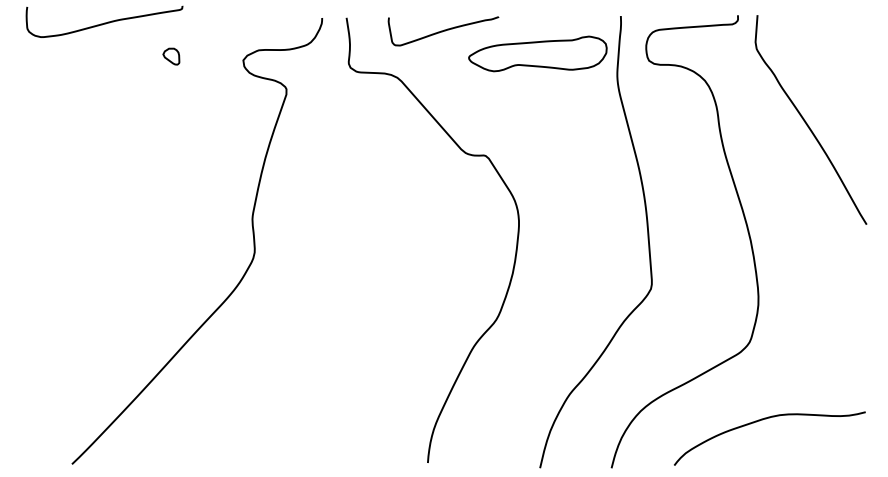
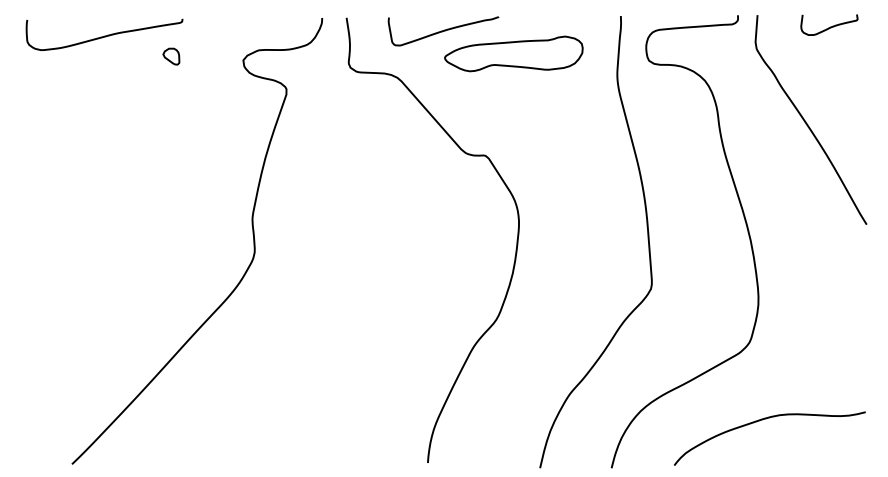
curve at (104, 22) position: (104, 22) -> (104, 35)
curve at (830, 26): none -> present
part at (537, 53) position: (537, 53) -> (513, 53)
